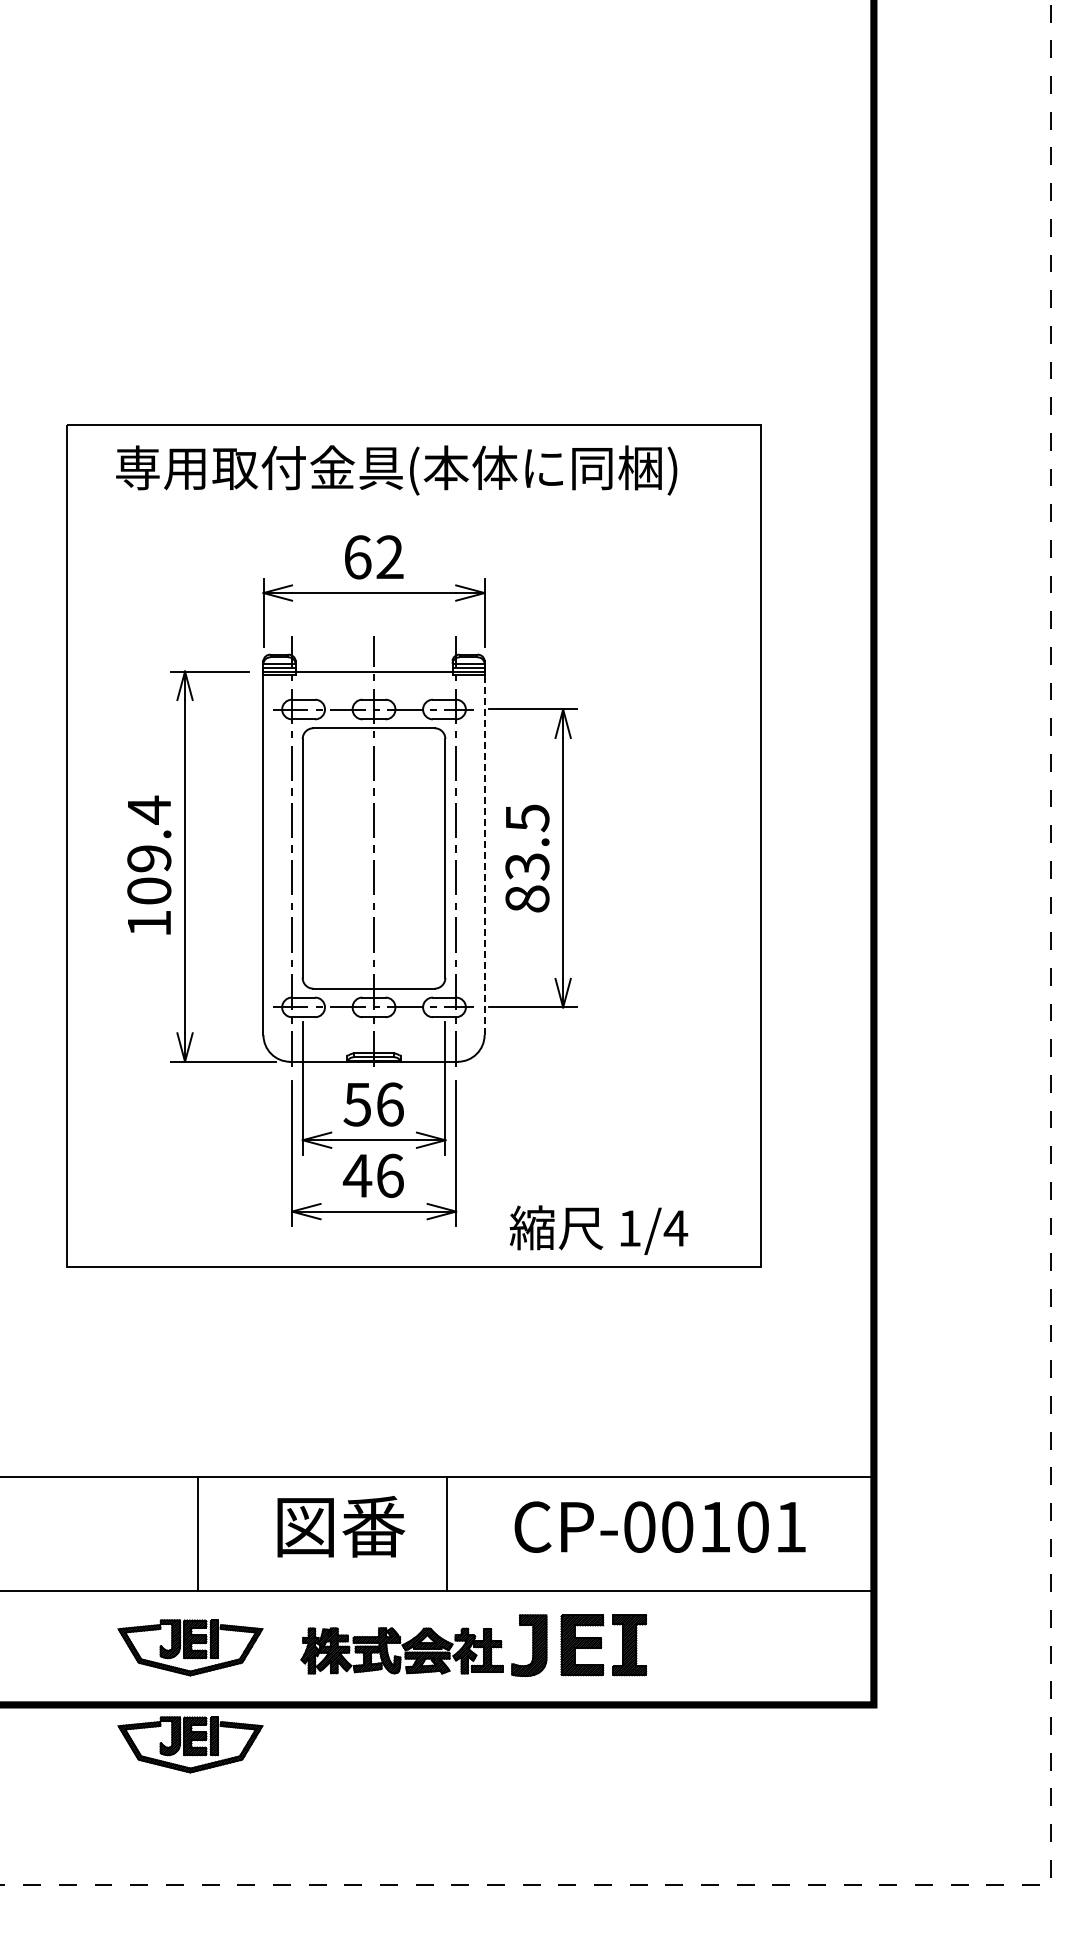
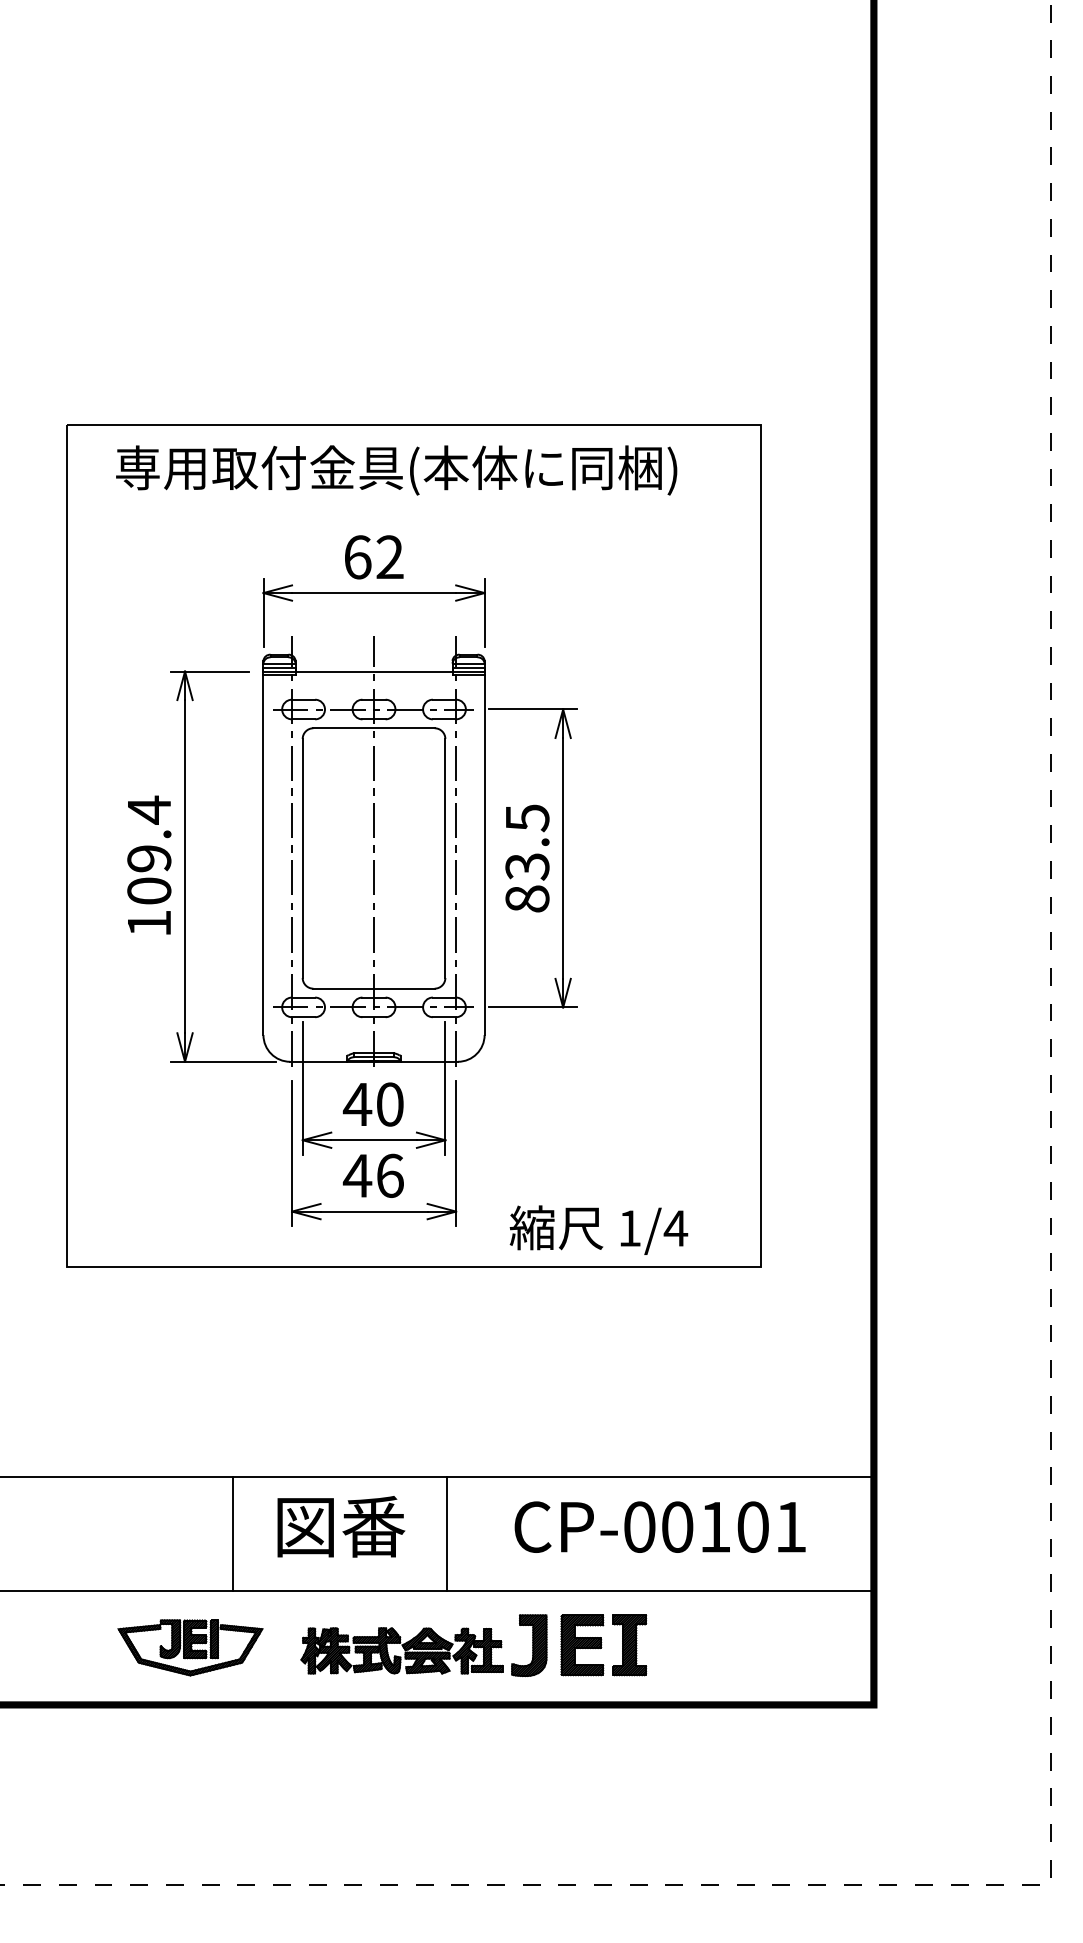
line at (484, 855): dashed -> solid
text at (372, 1104): 56 -> 40
line at (197, 1533) position: (197, 1533) -> (232, 1533)
part at (190, 1744): present -> none
